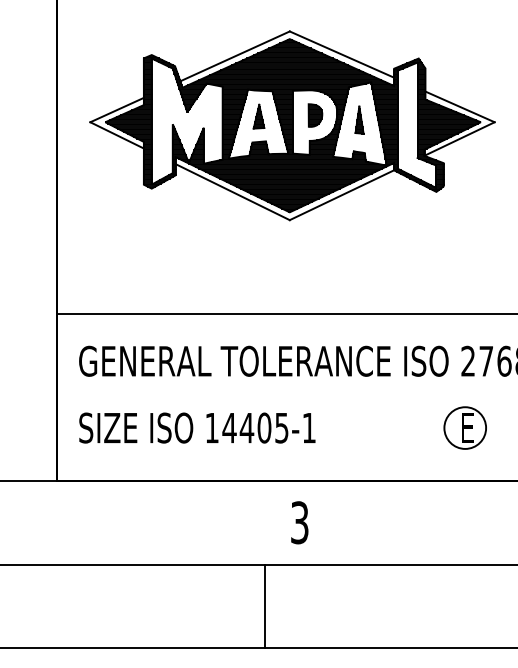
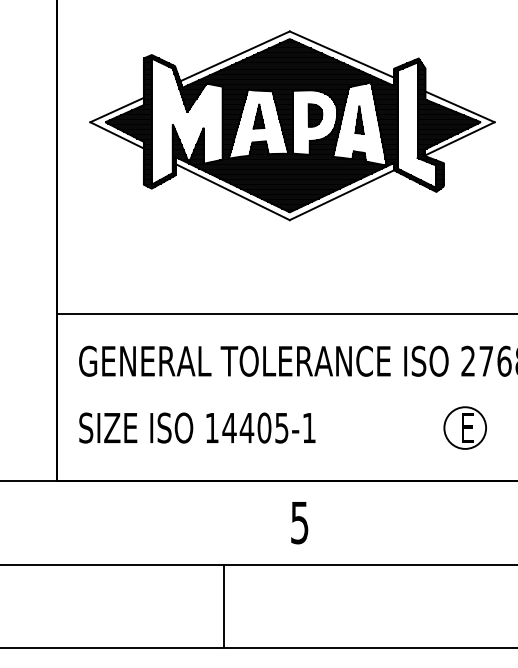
text at (299, 522): 3 -> 5
line at (264, 605) position: (264, 605) -> (223, 605)
